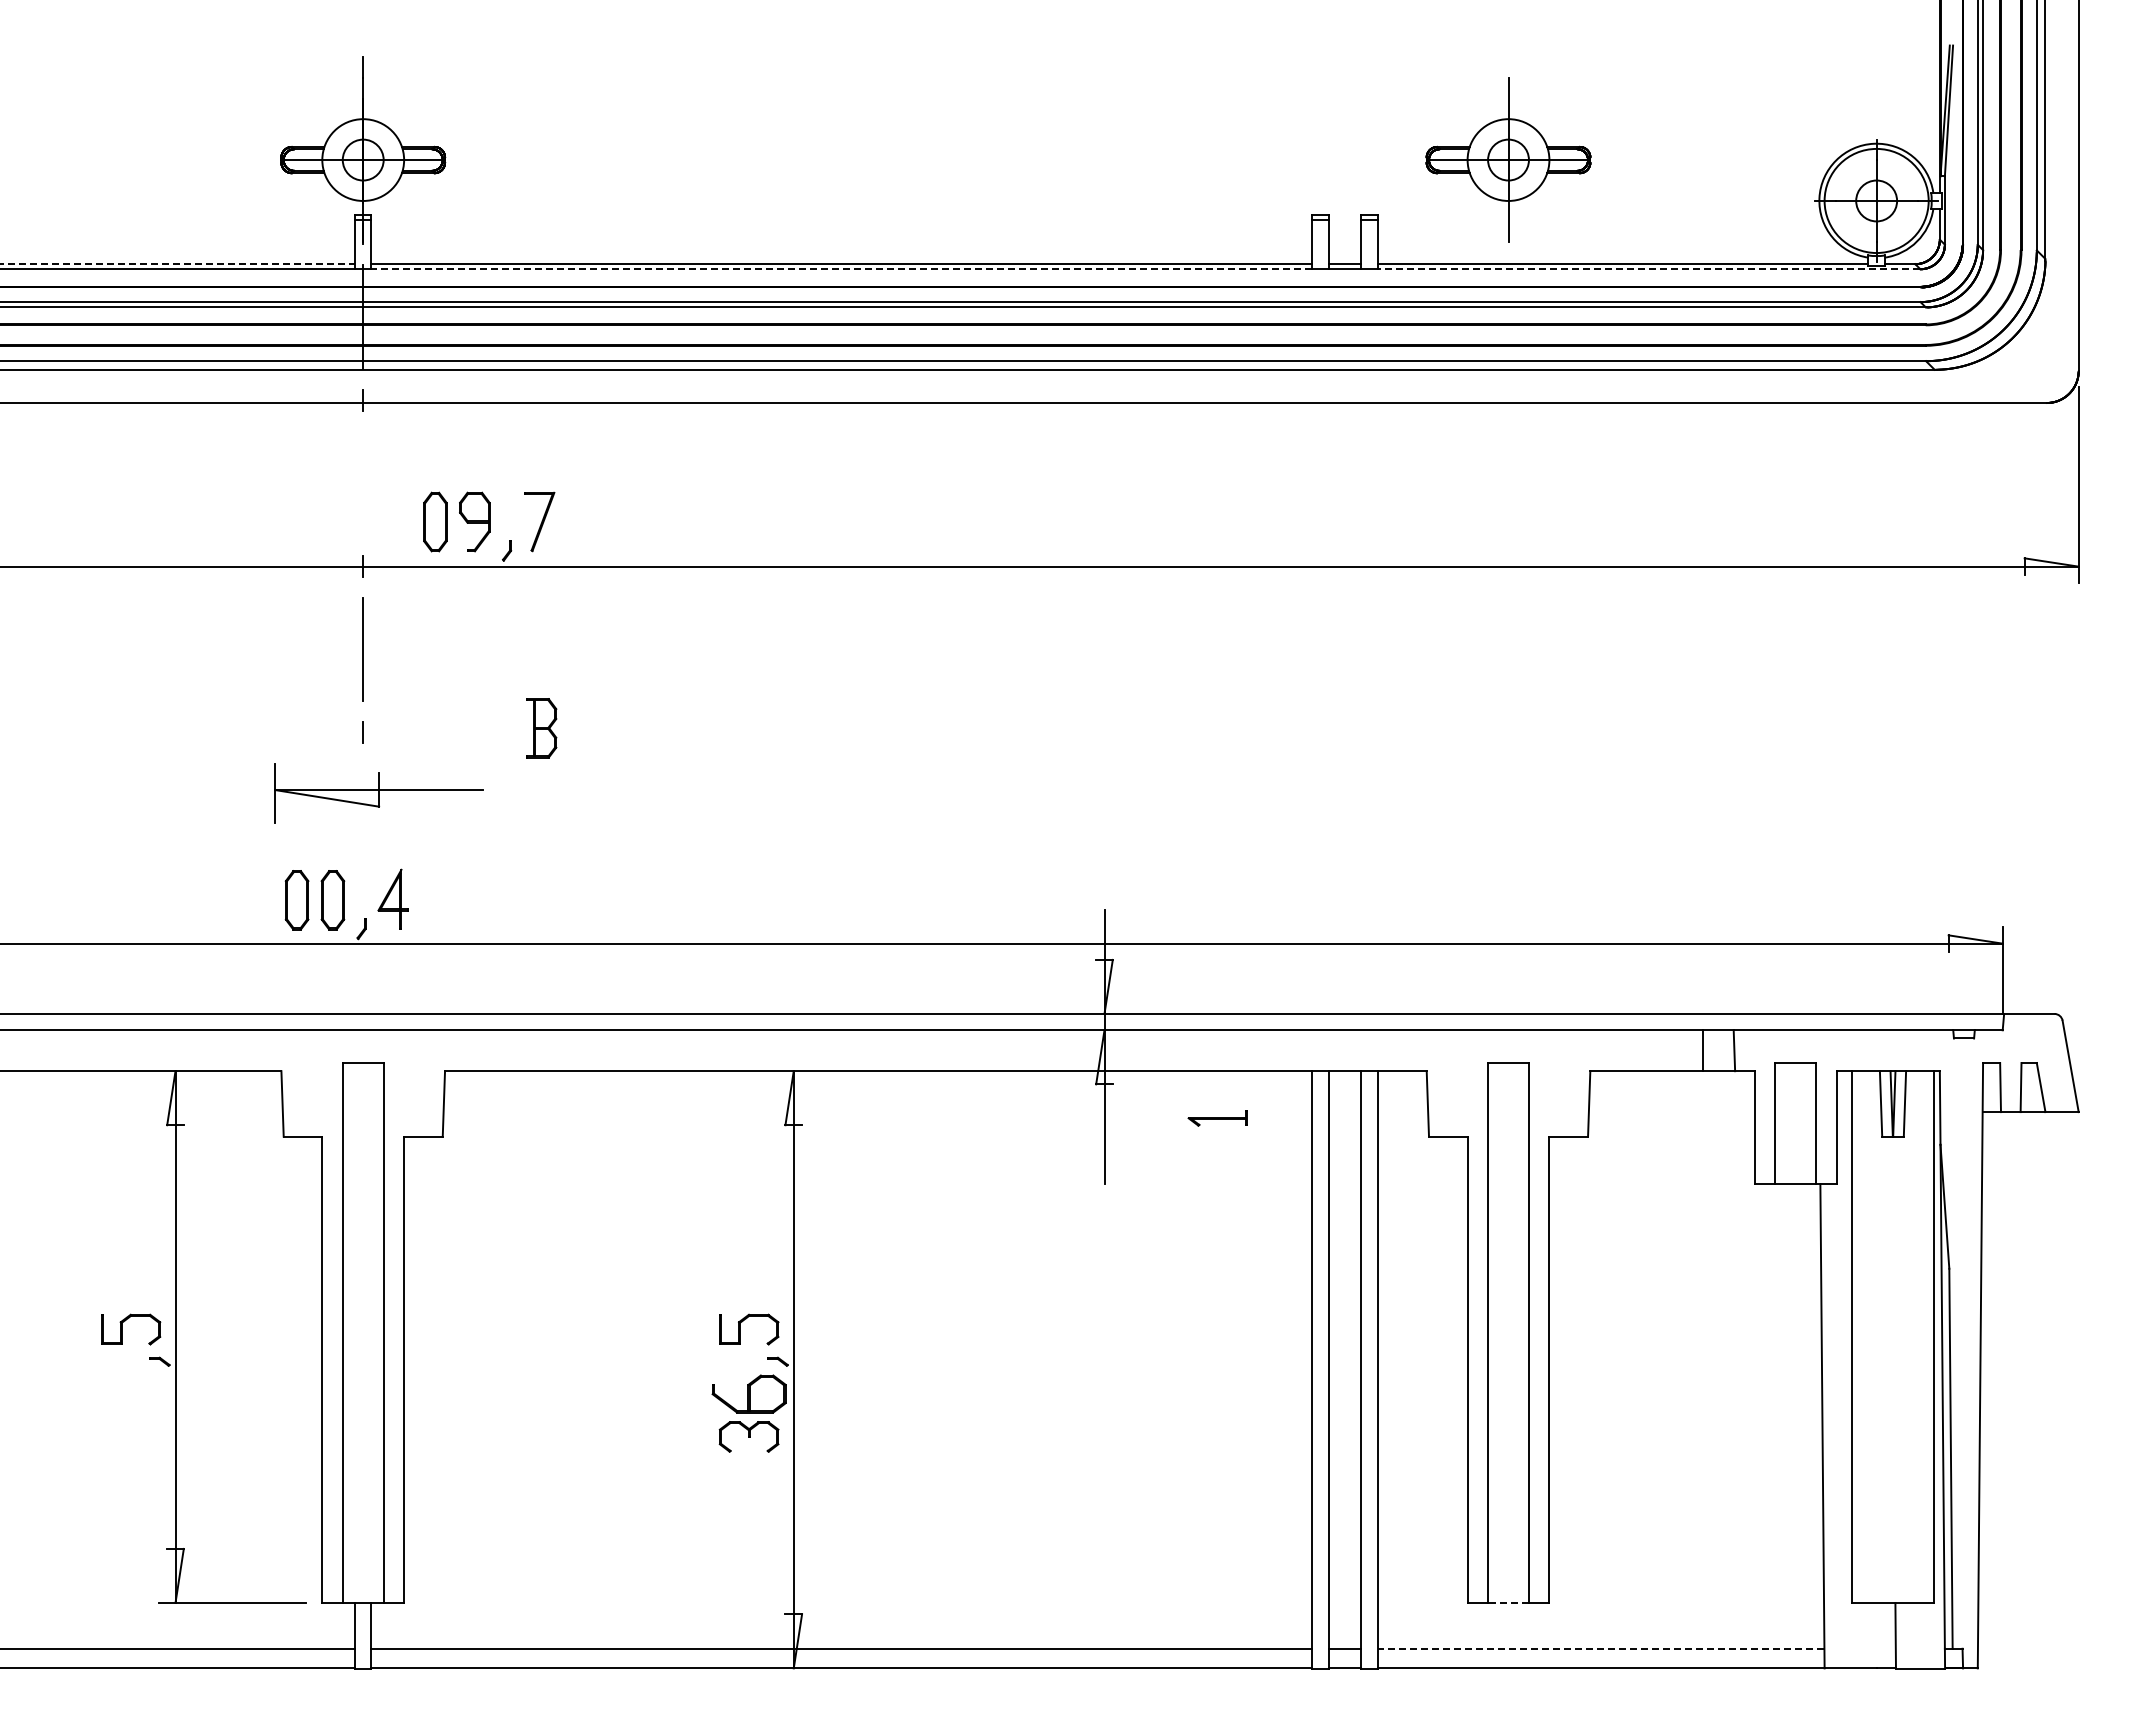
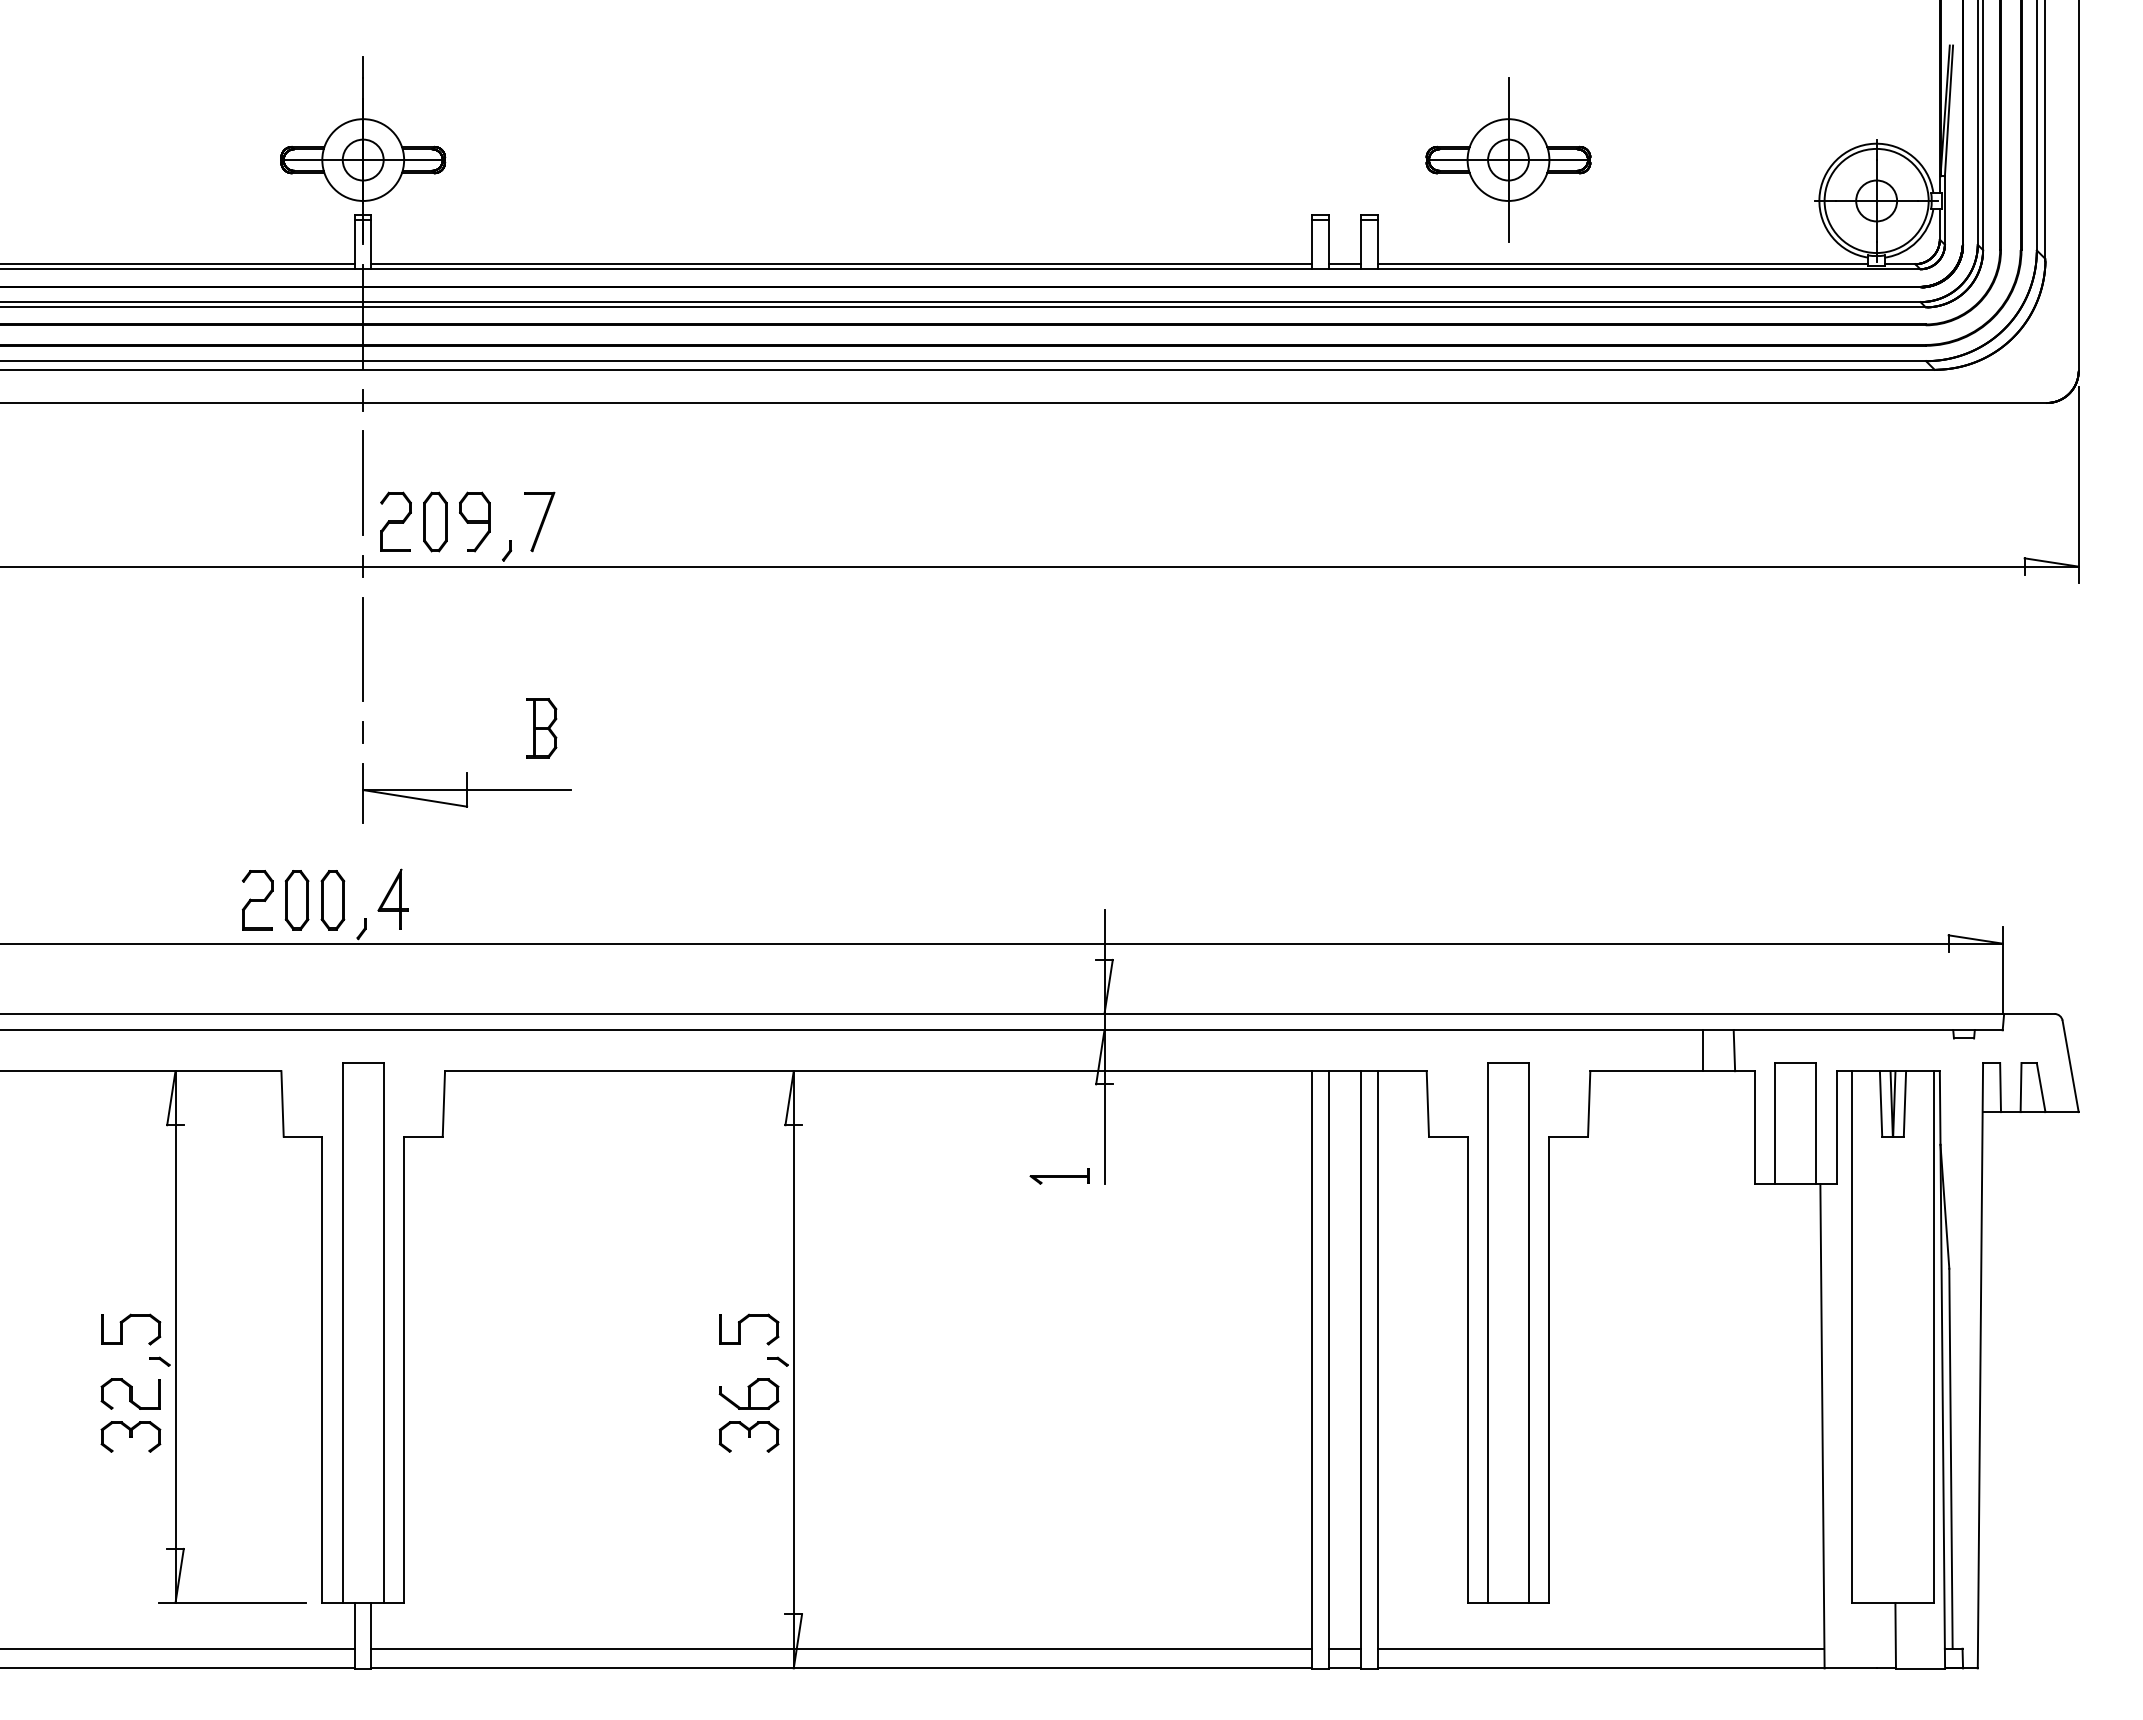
line at (178, 264): dashed -> solid
line at (841, 269): dashed -> solid
line at (1648, 269): dashed -> solid
line at (363, 483): none -> present
part at (395, 521): none -> present
part at (378, 793) position: (378, 793) -> (466, 793)
part at (257, 900): none -> present
part at (1217, 1118) position: (1217, 1118) -> (1059, 1176)
part at (130, 1393): none -> present
part at (748, 1393) size: 76x40 px -> 62x32 px
part at (130, 1436): none -> present
line at (1508, 1602): dashed -> solid
line at (1600, 1648): dashed -> solid
